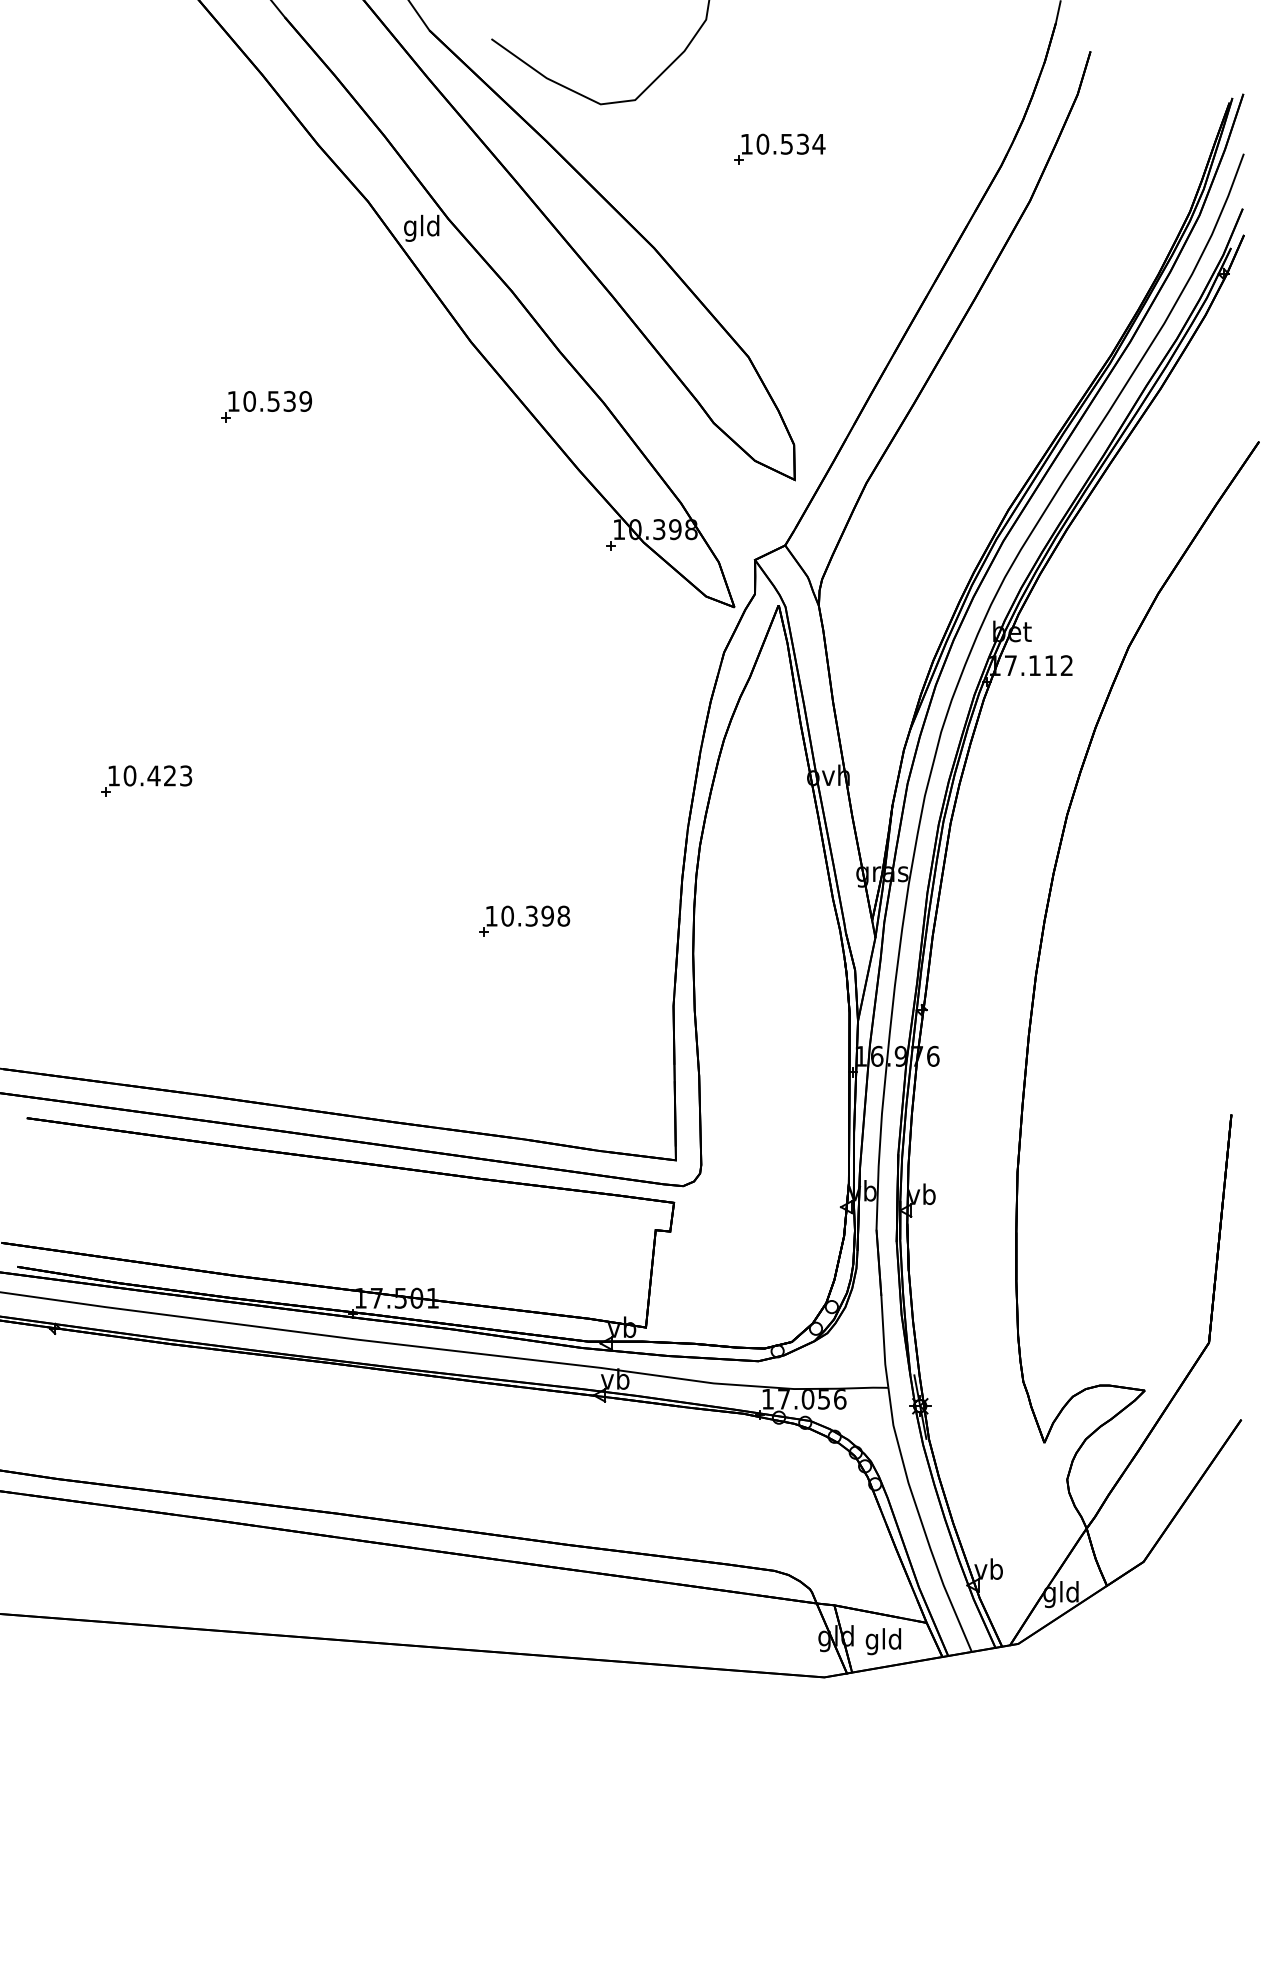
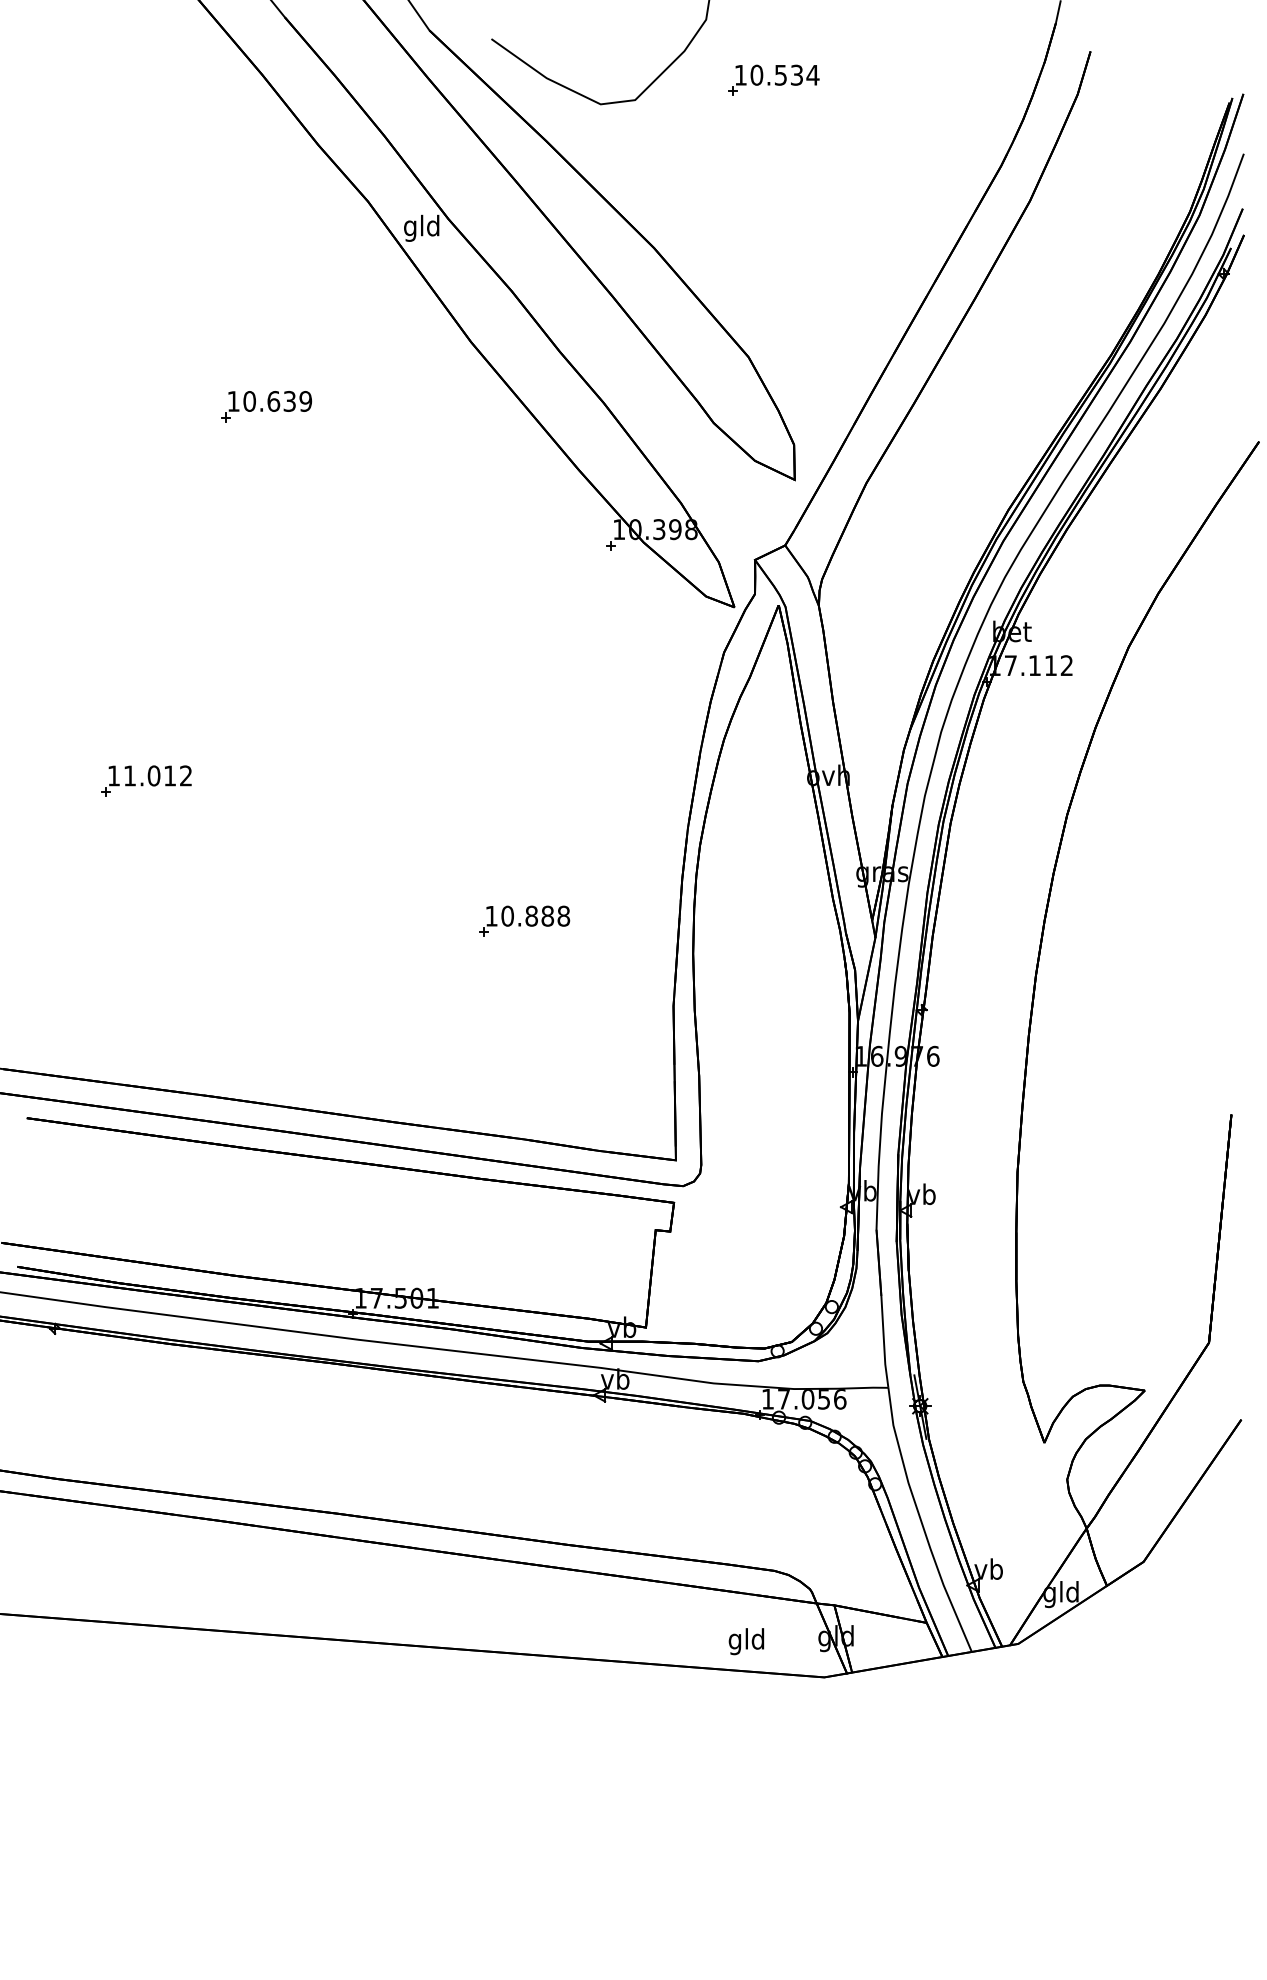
part at (779, 148) position: (779, 148) -> (773, 79)
text at (273, 401): 10.539 -> 10.639
text at (157, 775): 10.423 -> 11.012
text at (539, 915): 10.398 -> 10.888
text at (883, 1641) position: (883, 1641) -> (746, 1641)
